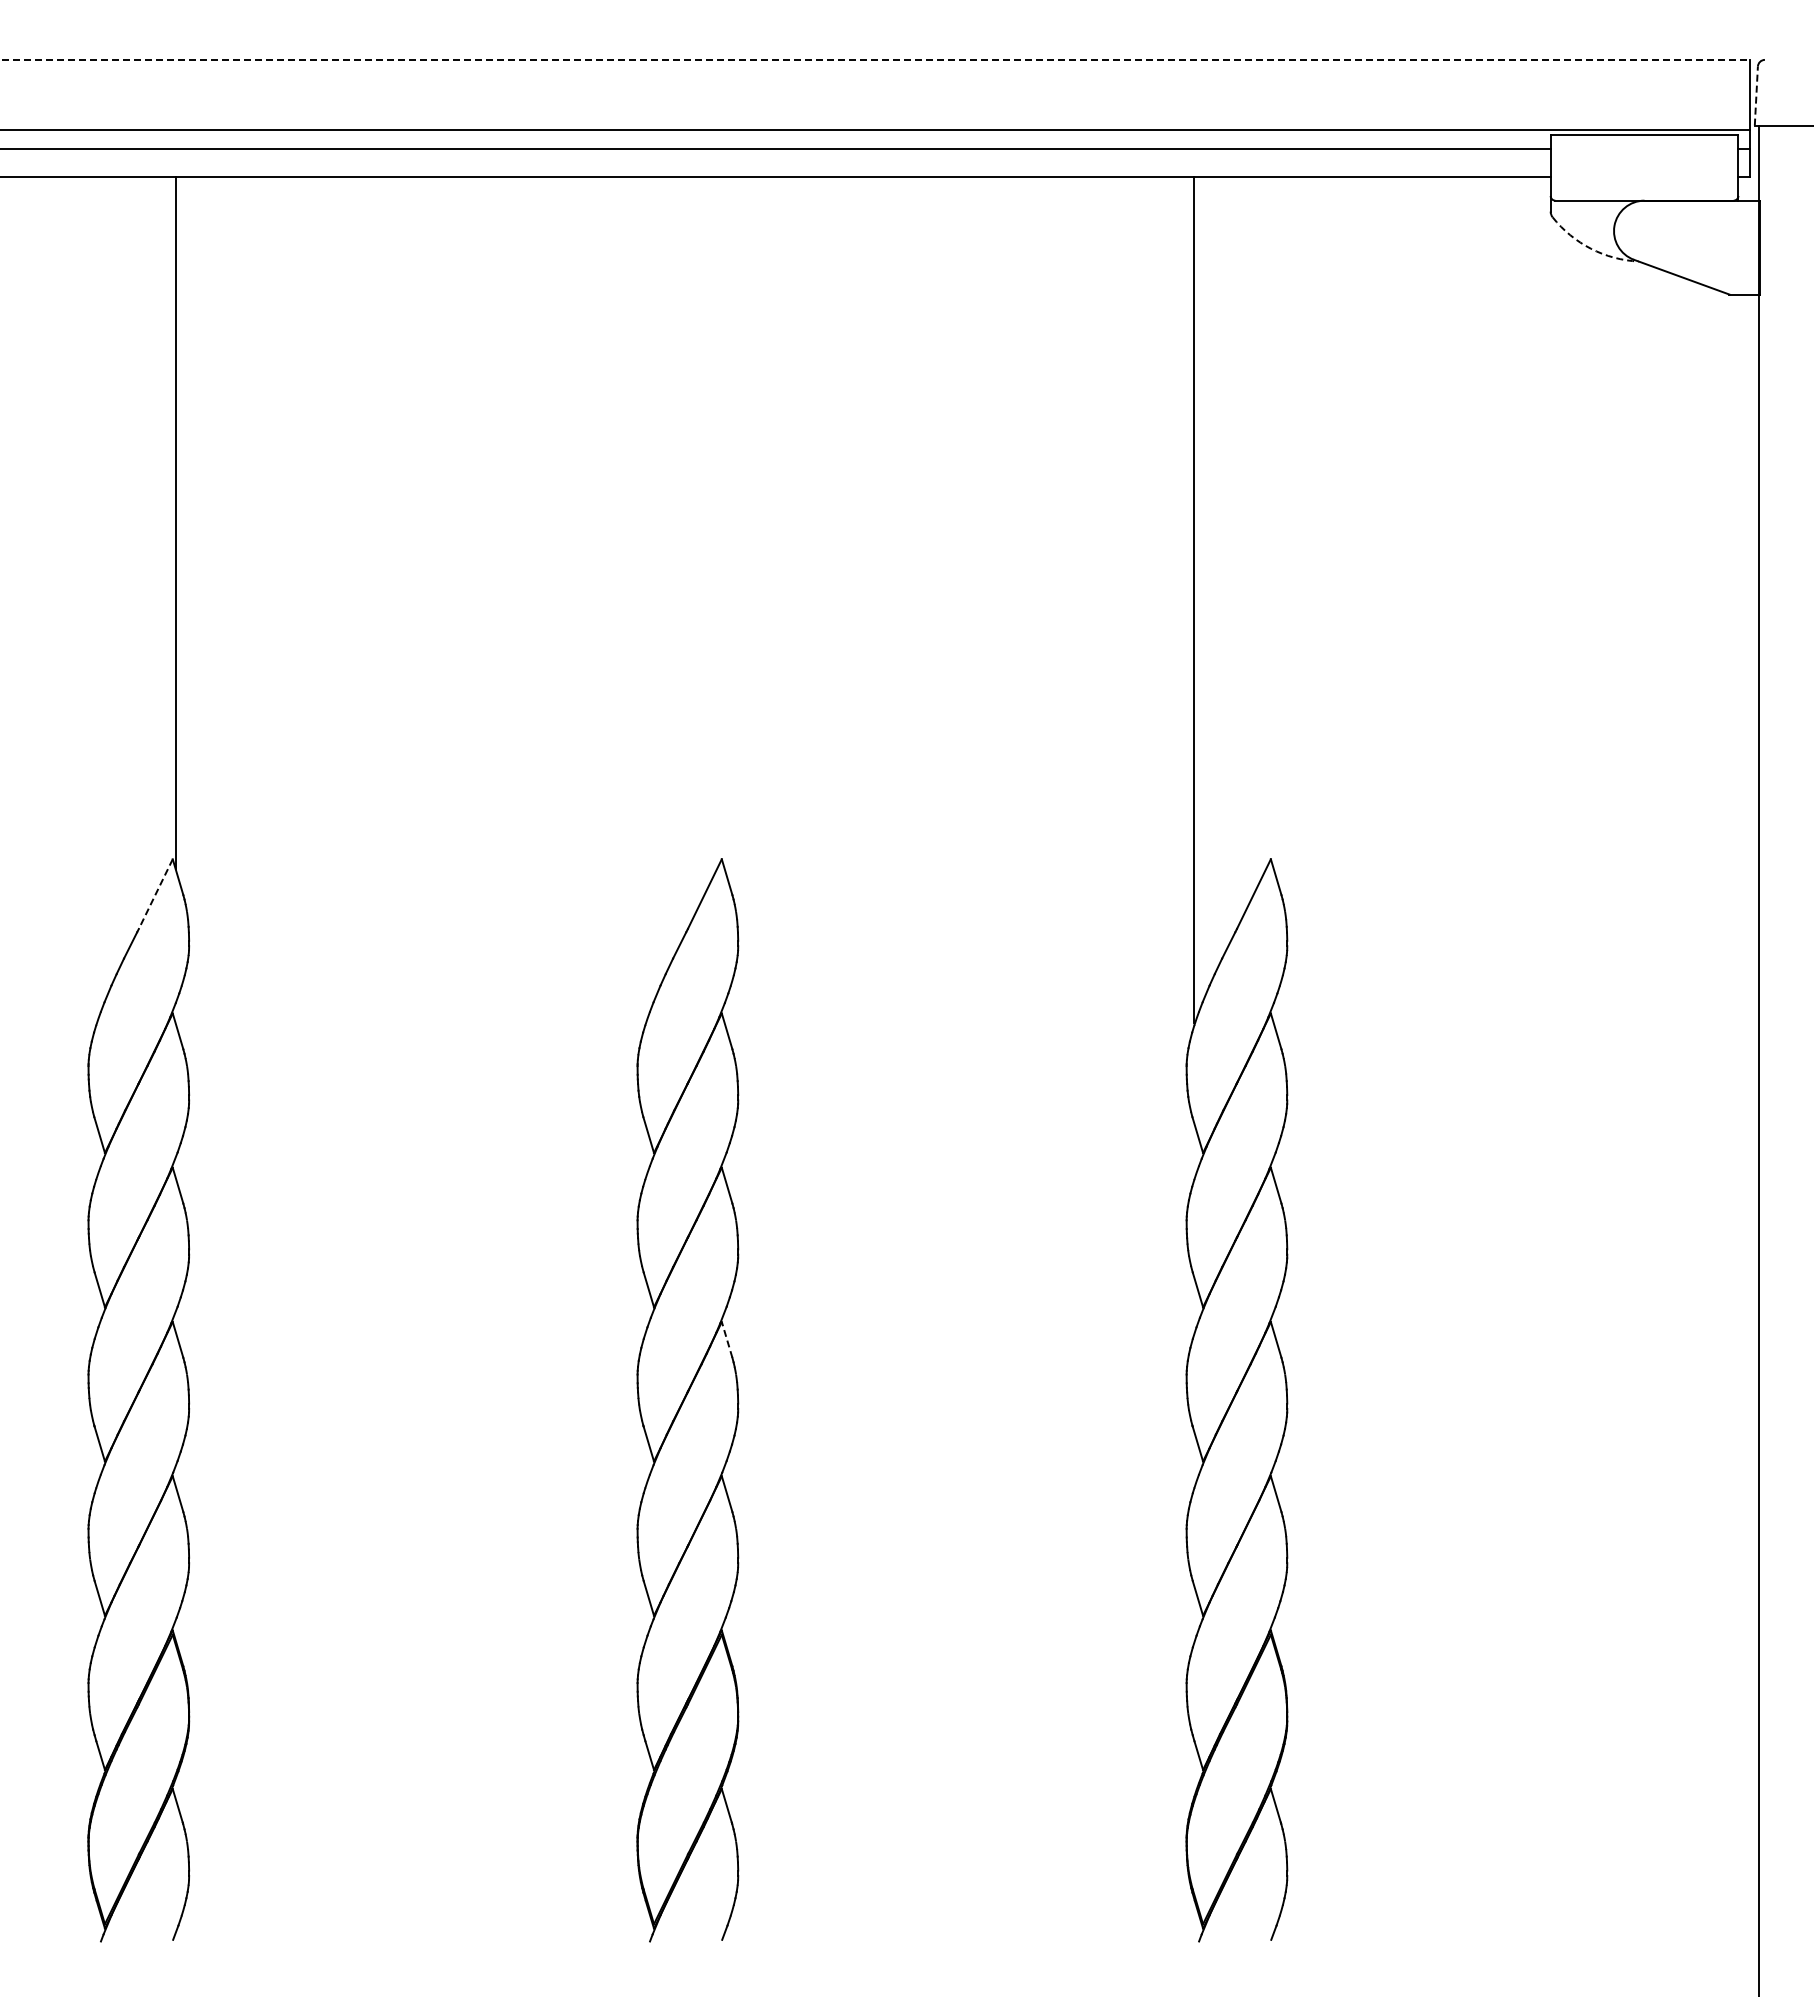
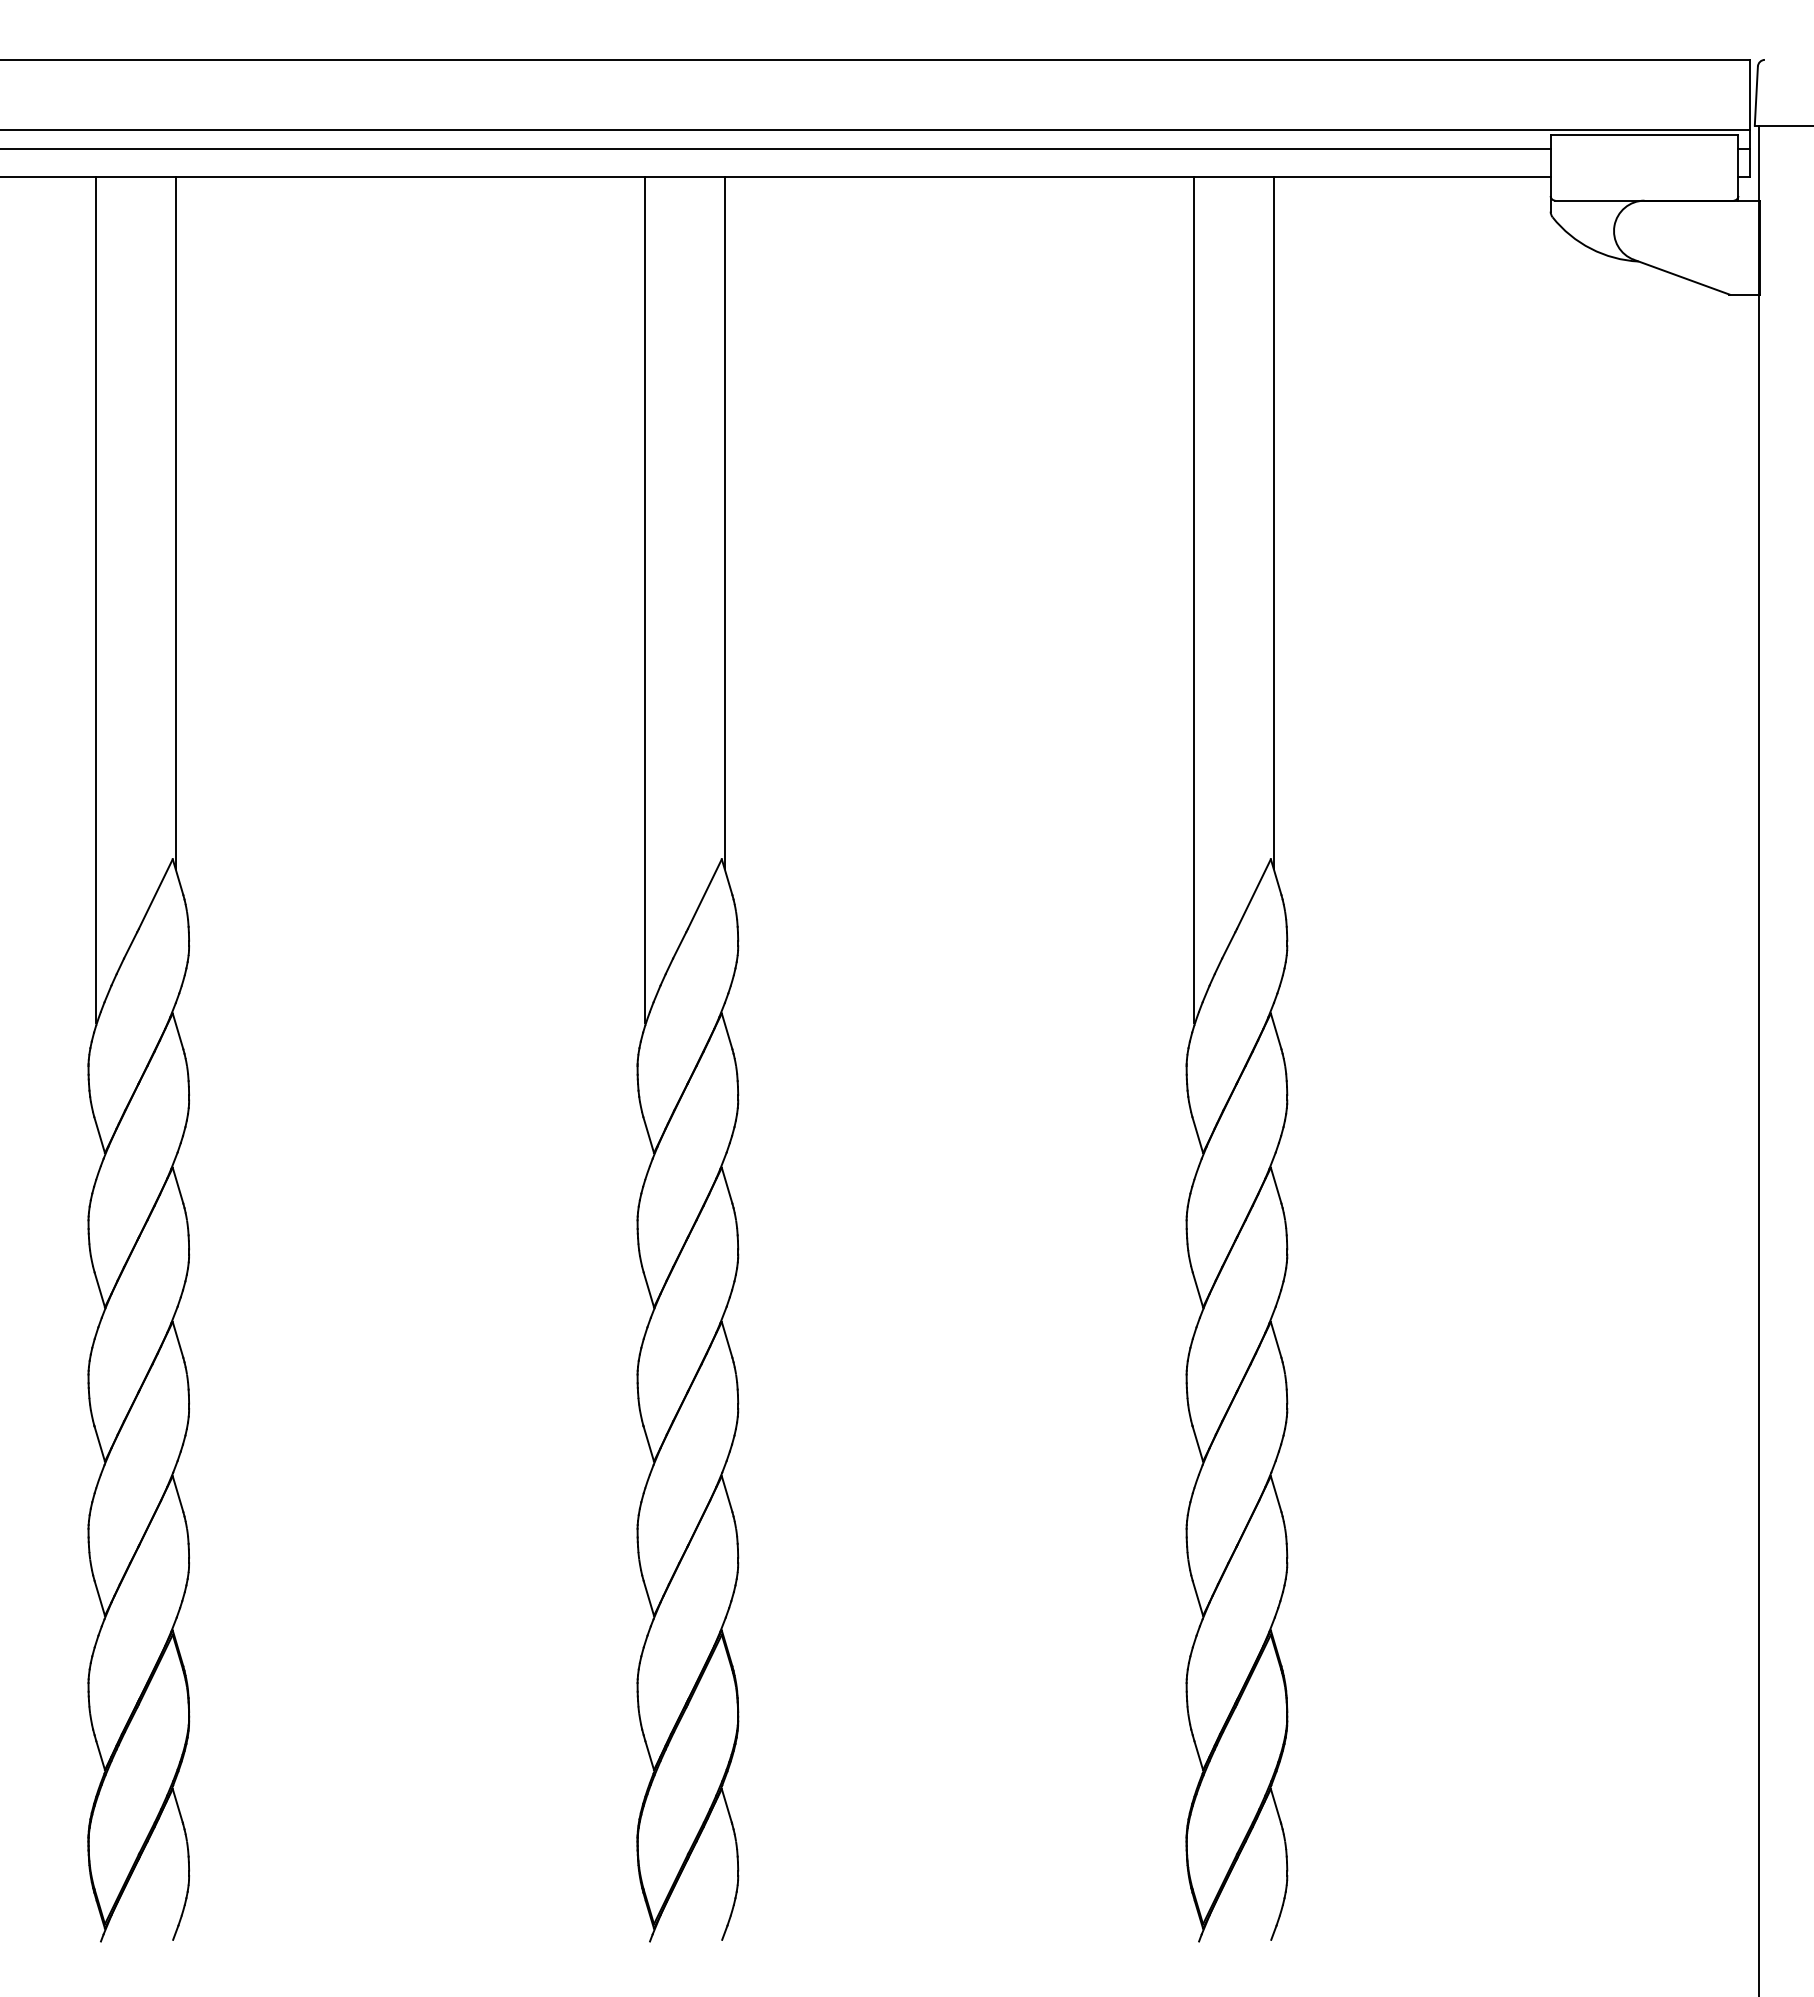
line at (875, 59): dashed -> solid
line at (1756, 96): dashed -> solid
arc at (1590, 248): dashed -> solid
line at (724, 522): none -> present
line at (1273, 522): none -> present
line at (95, 600): none -> present
line at (644, 600): none -> present
line at (155, 894): dashed -> solid
line at (727, 1339): dashed -> solid
